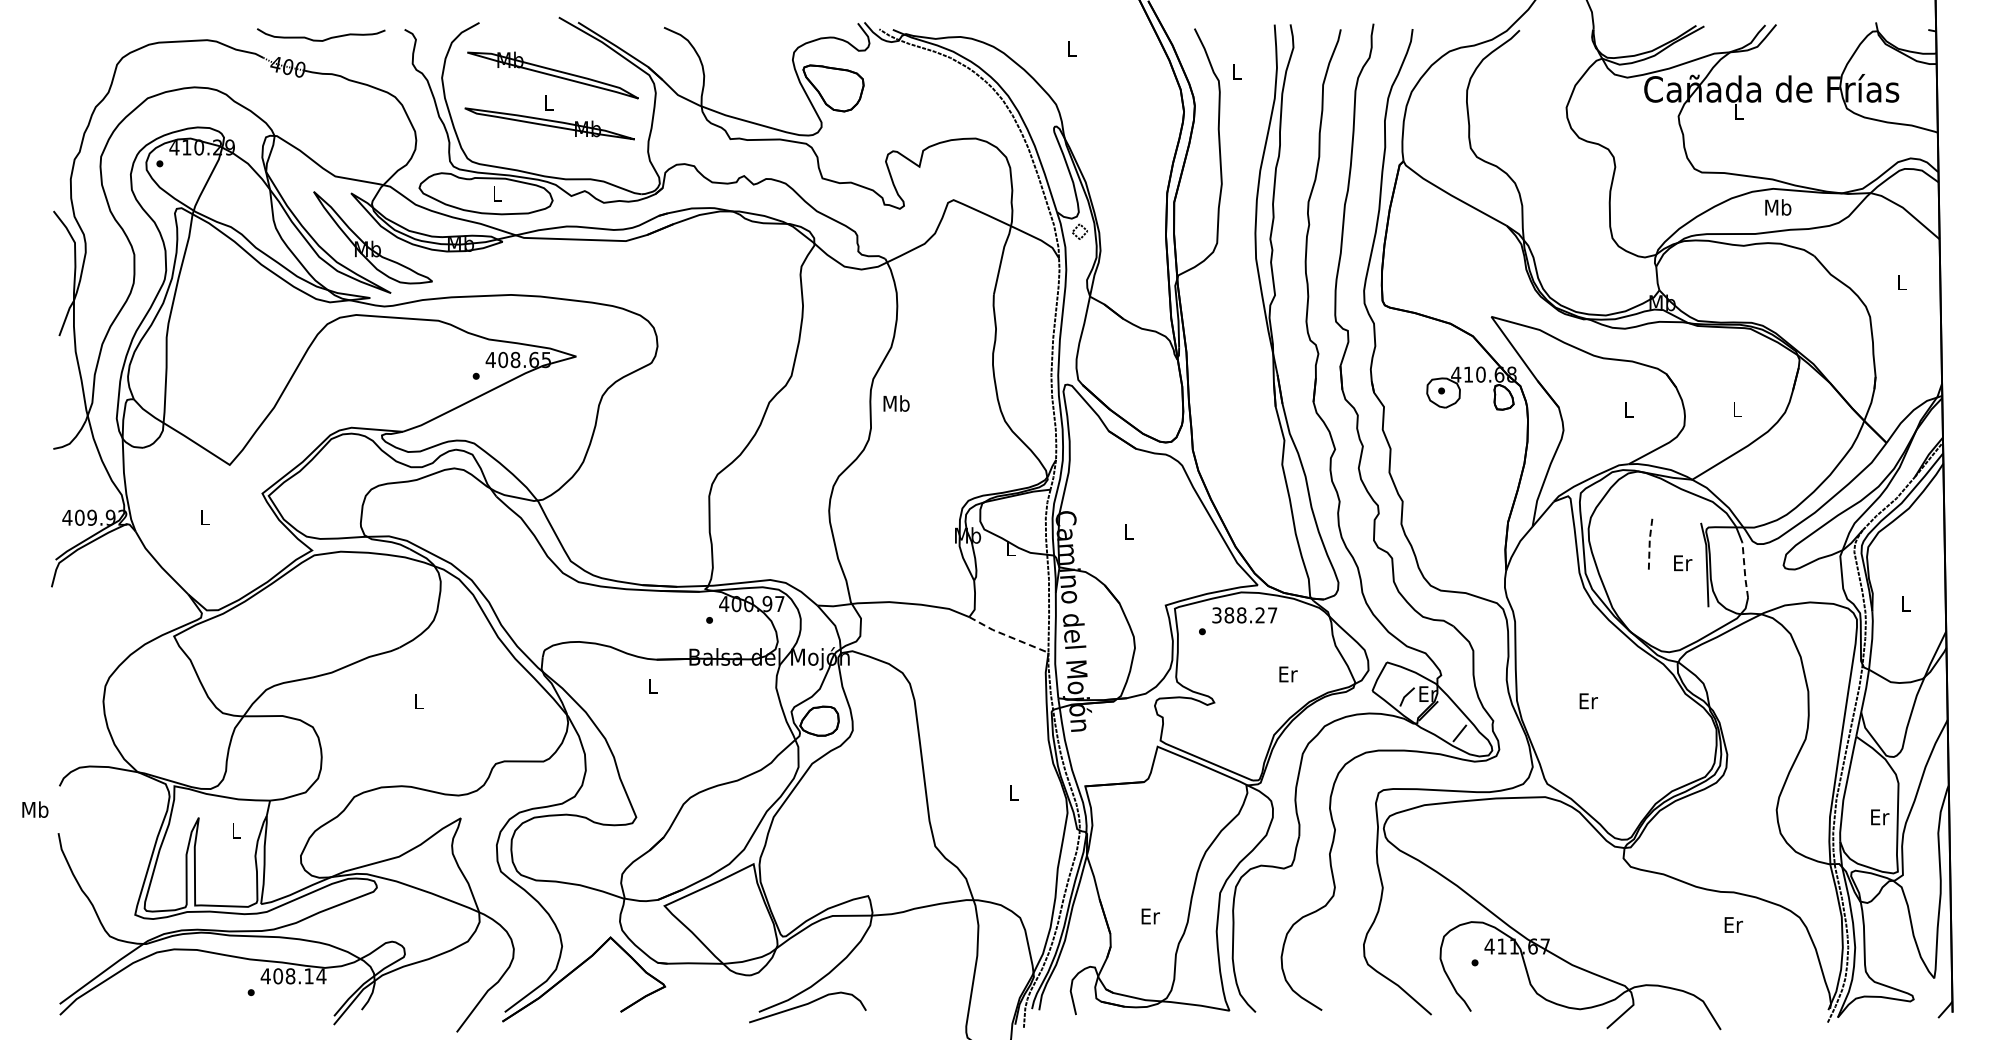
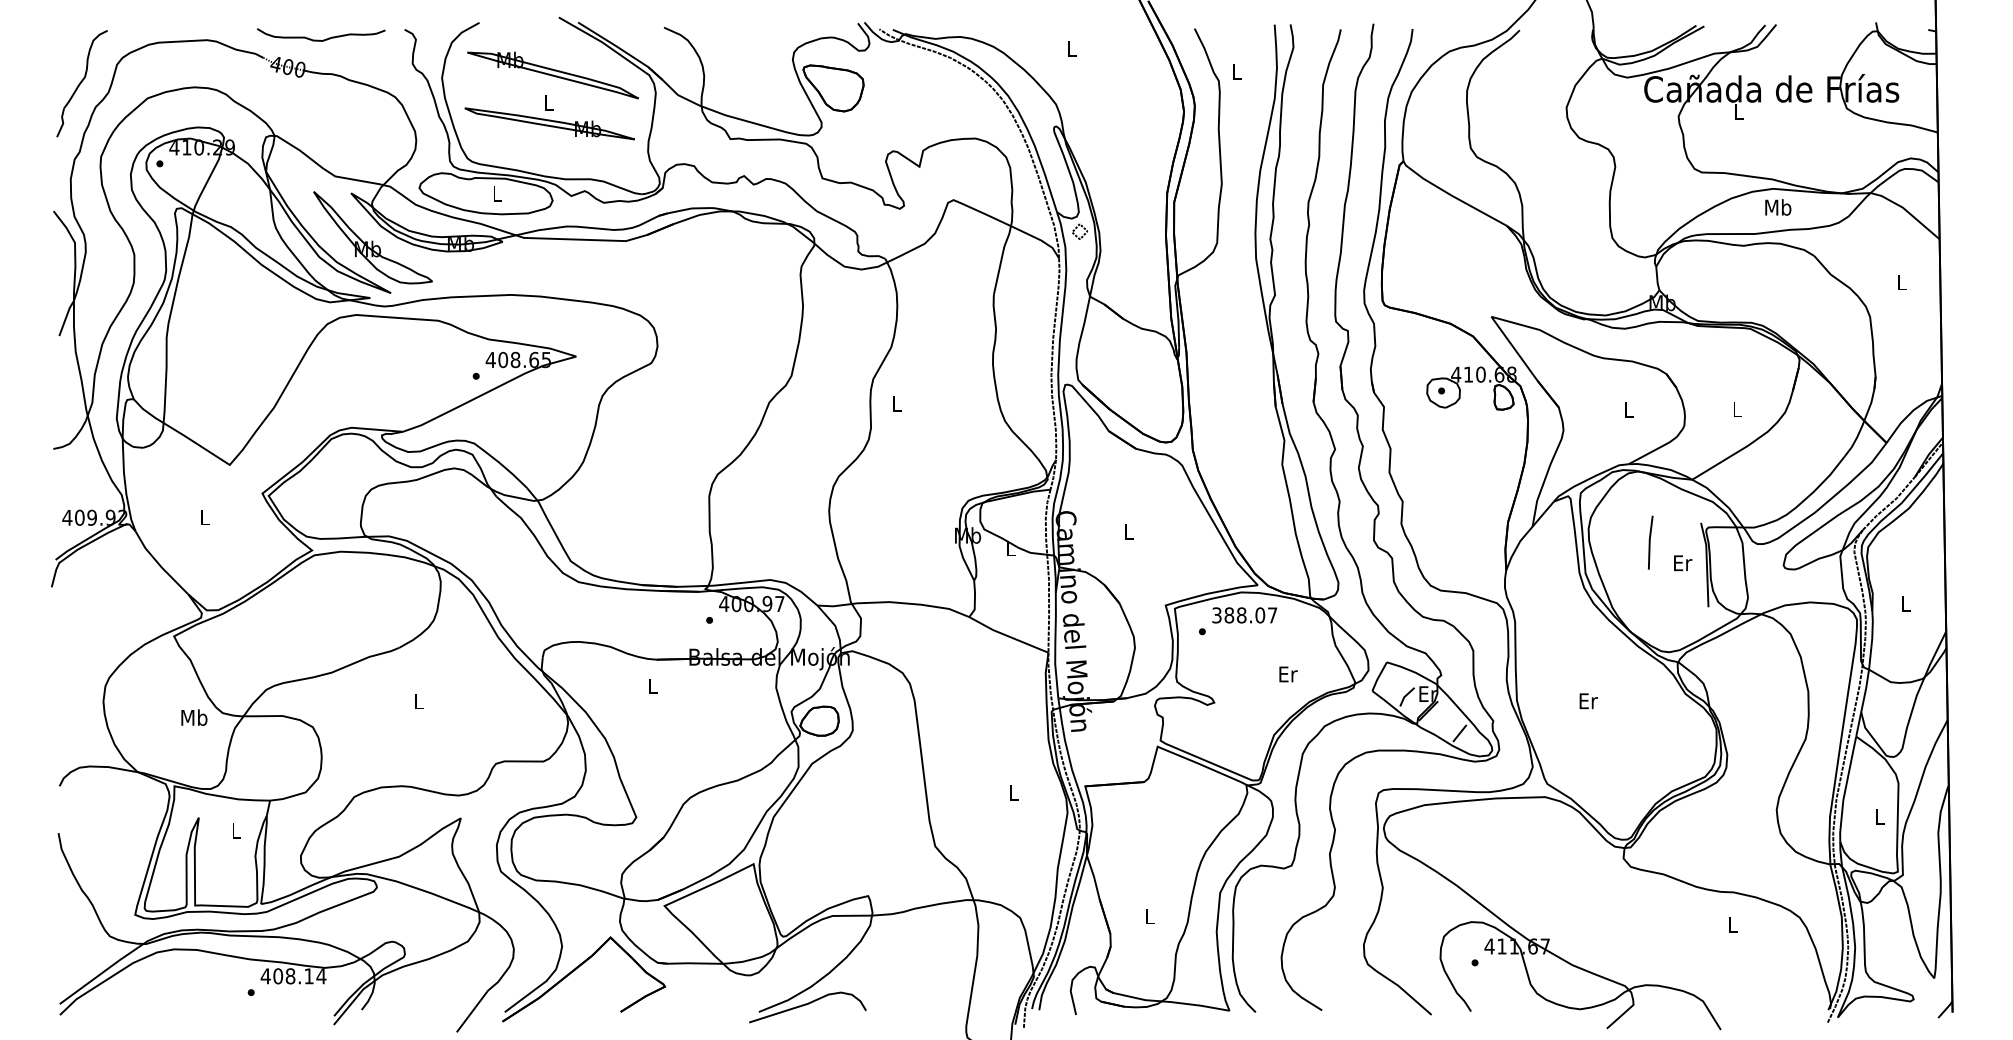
part at (81, 83): none -> present
text at (896, 403): Mb -> L
line at (1649, 542): dashed -> solid
line at (1744, 571): dashed -> solid
text at (1260, 615): 388.27 -> 388.07
line at (1008, 636): dashed -> solid
text at (35, 809) position: (35, 809) -> (194, 717)
text at (1880, 817): Er -> L
text at (1150, 916): Er -> L
text at (1733, 924): Er -> L
